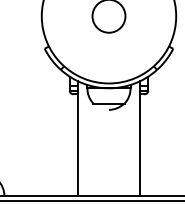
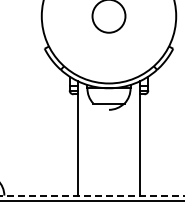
line at (92, 195): solid -> dashed
